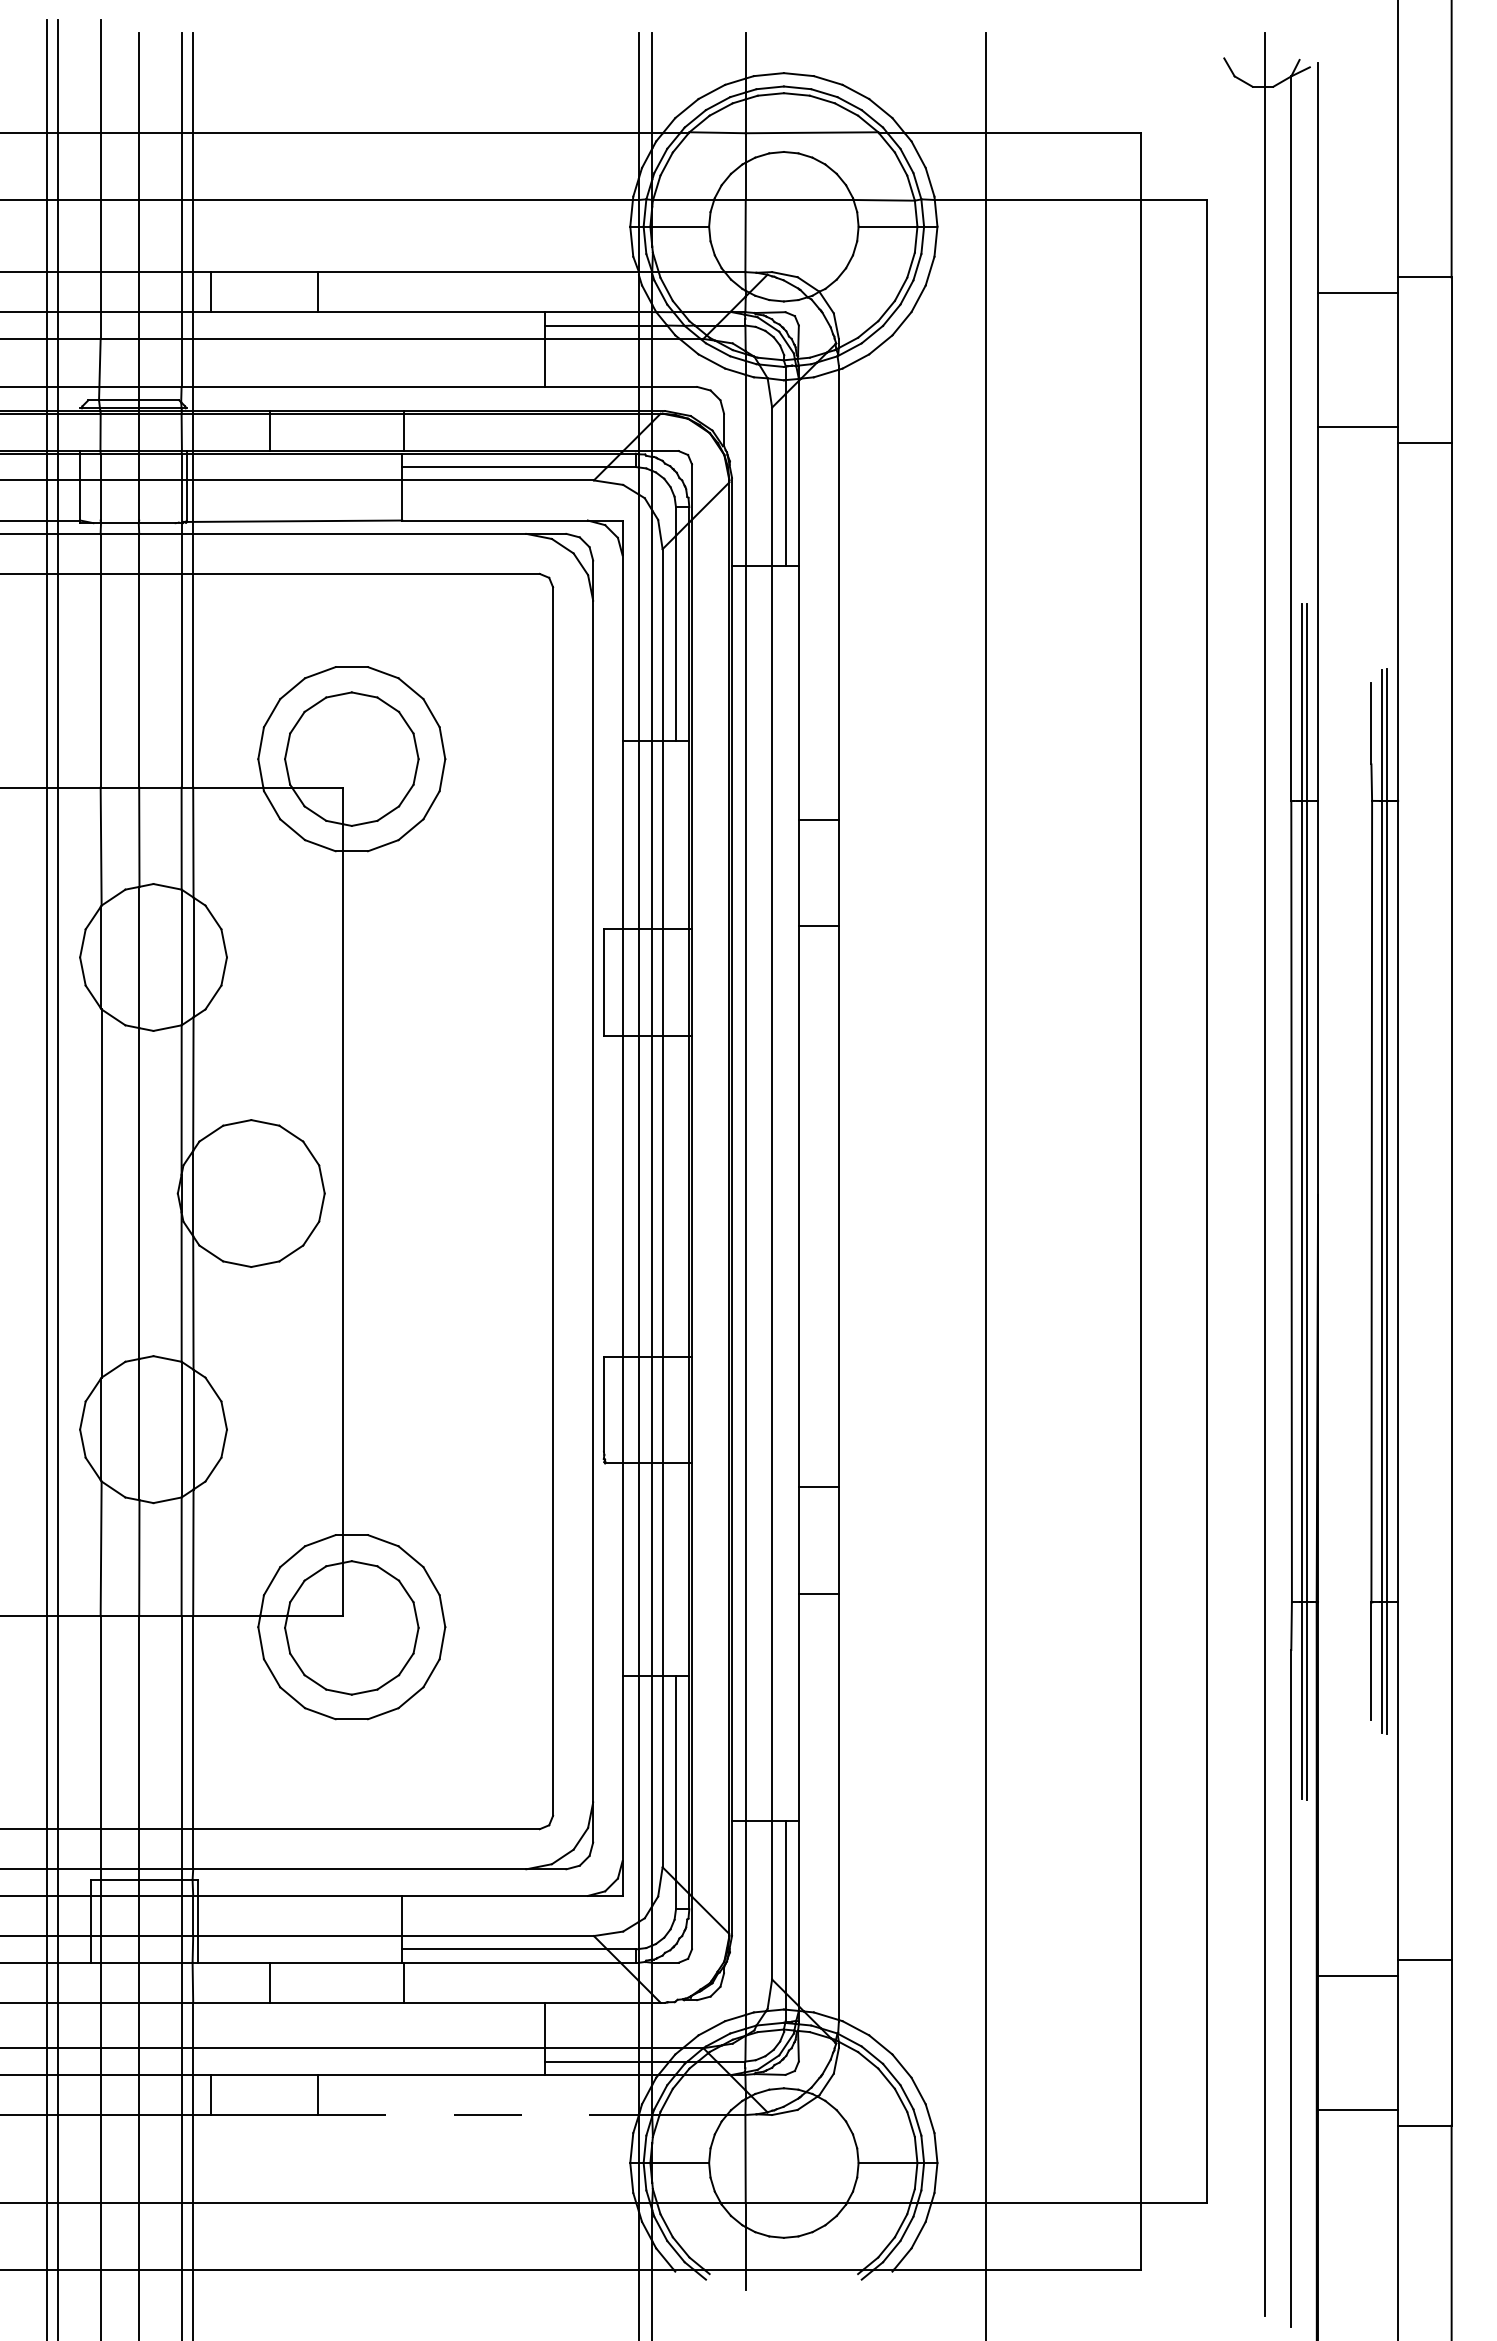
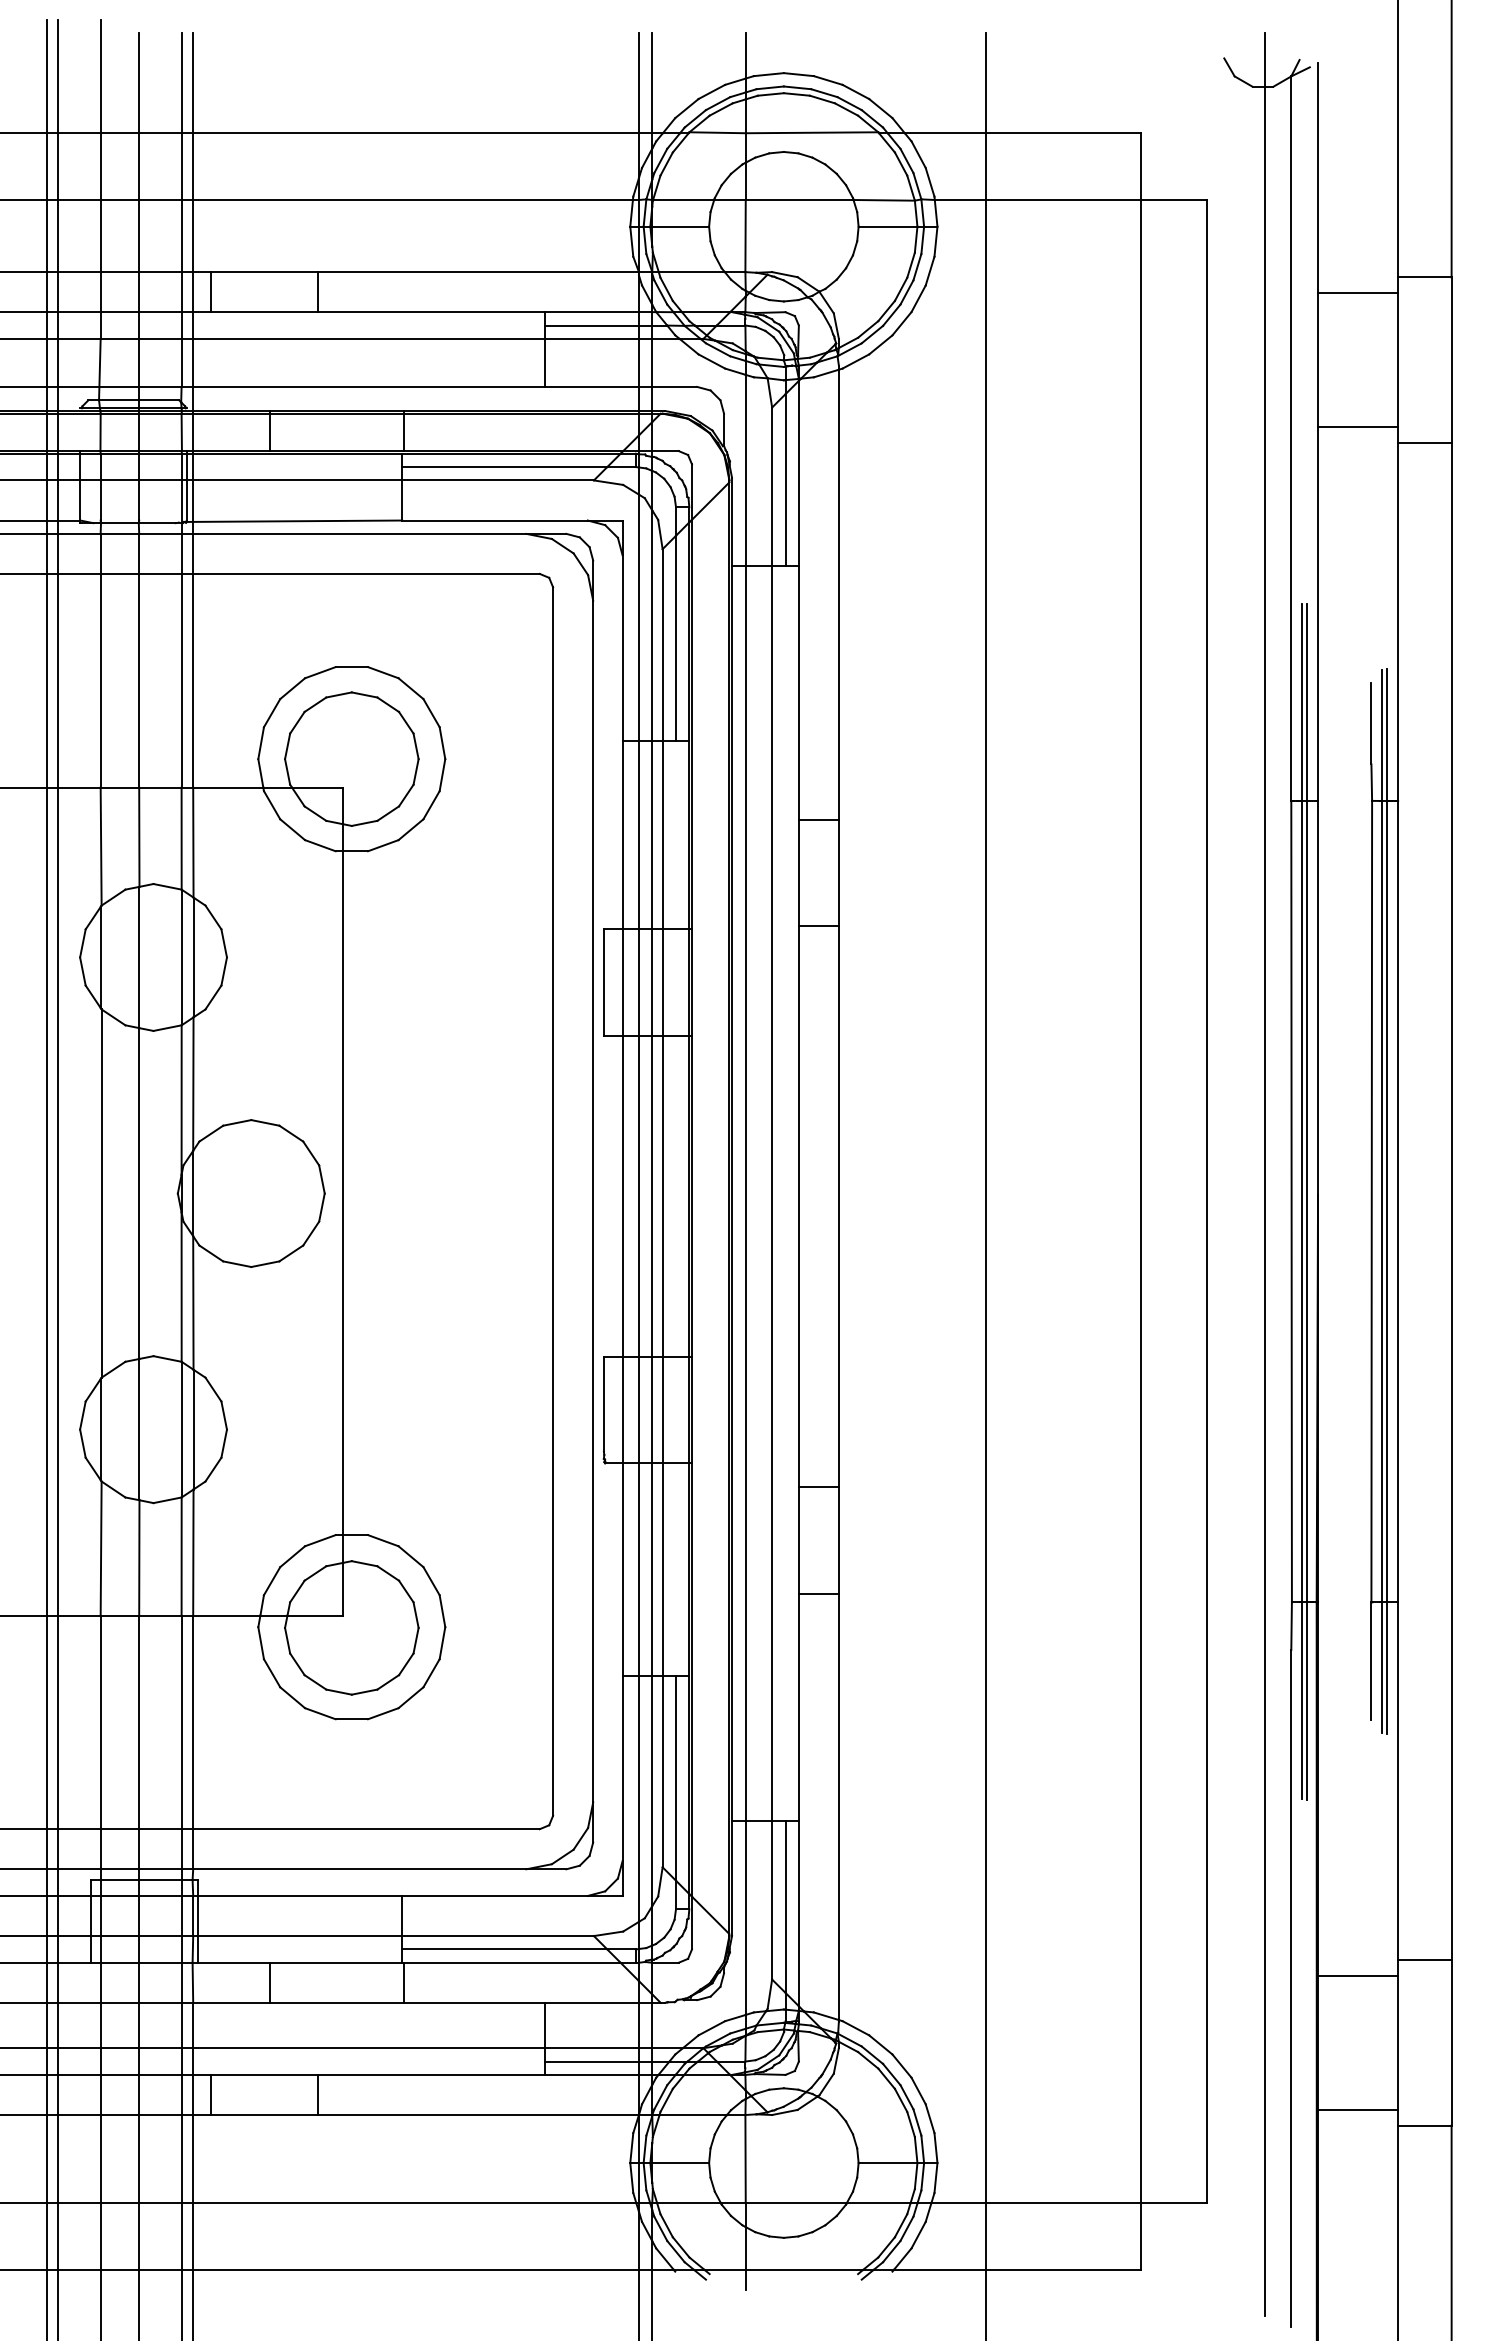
line at (479, 2115): dashed -> solid
